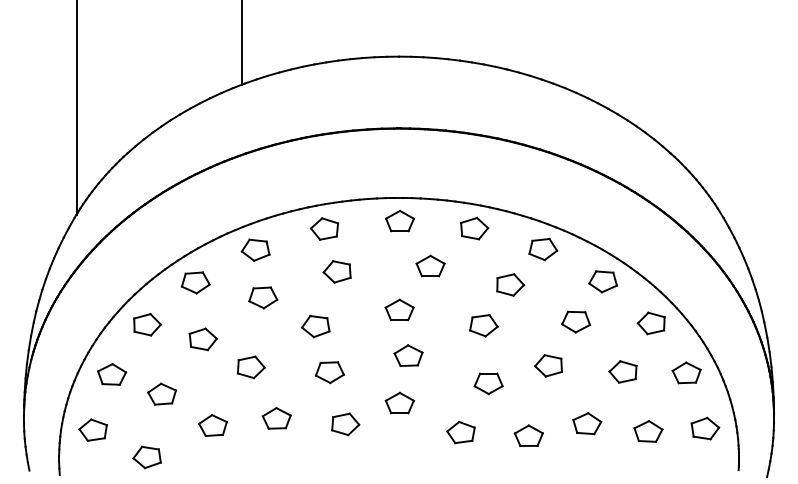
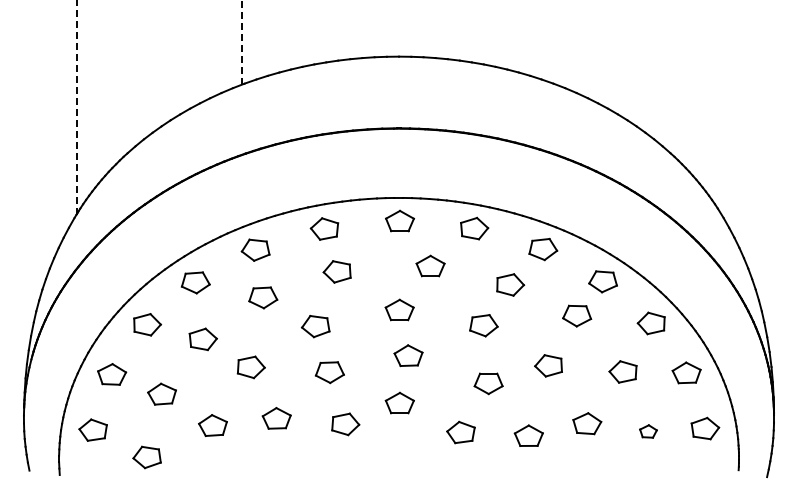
line at (241, 42): solid -> dashed
line at (76, 107): solid -> dashed
part at (576, 321) position: (576, 321) -> (577, 315)
part at (648, 431) size: 31x23 px -> 19x15 px
